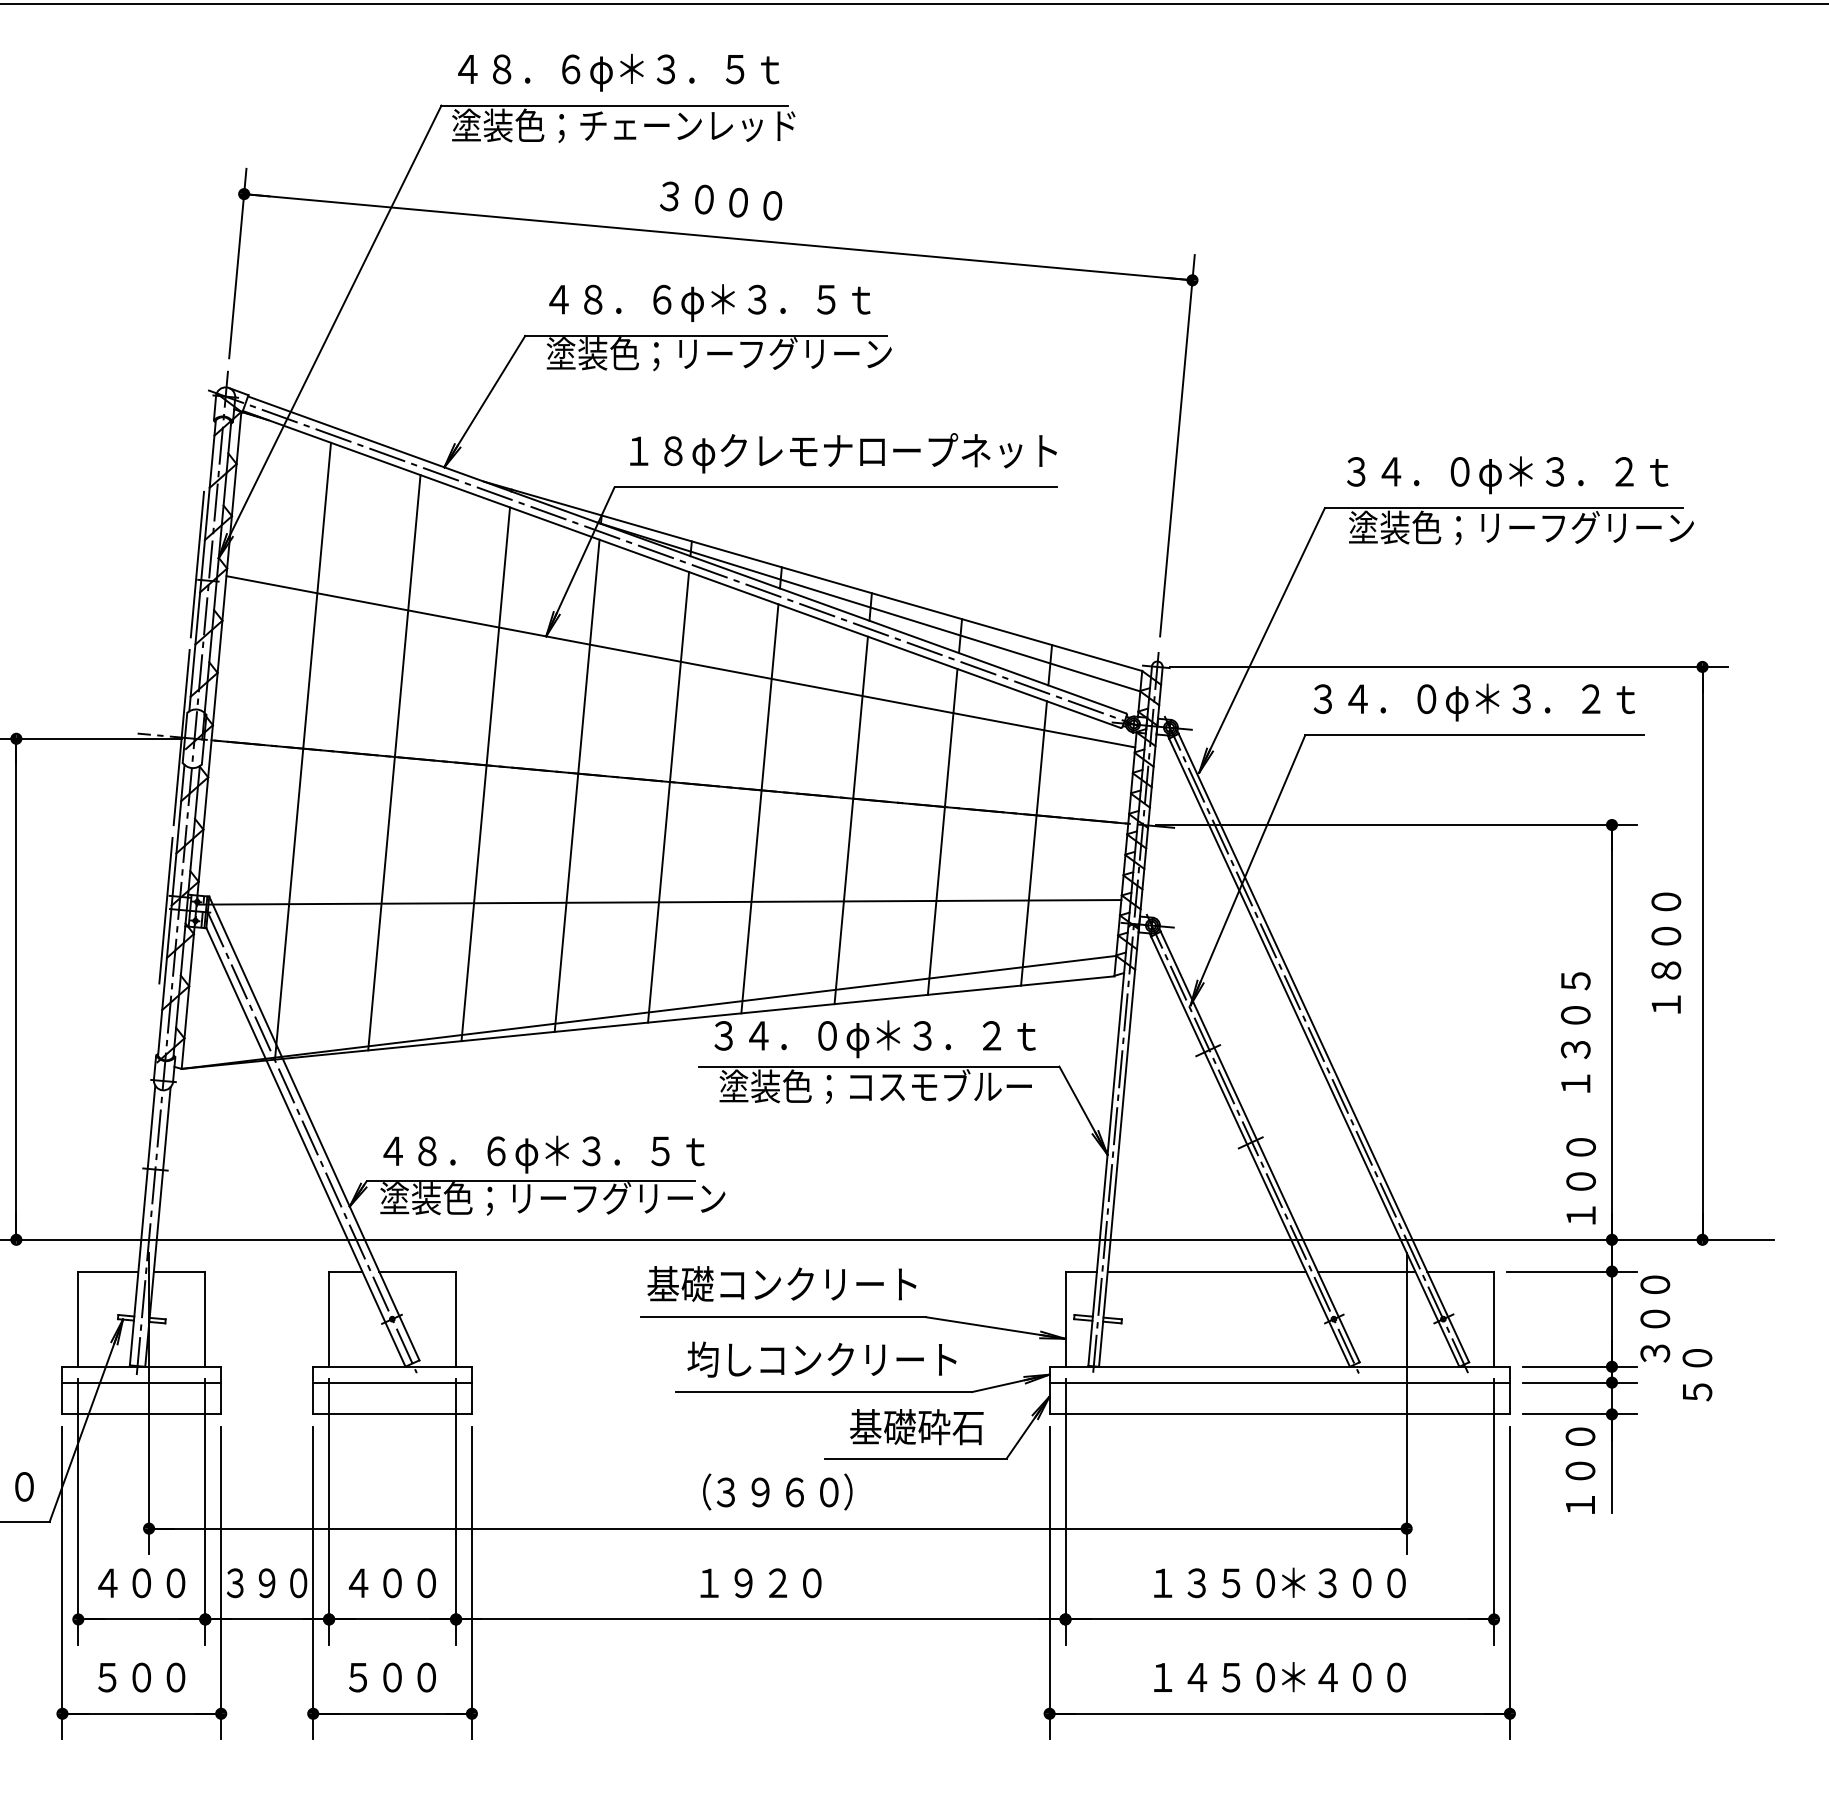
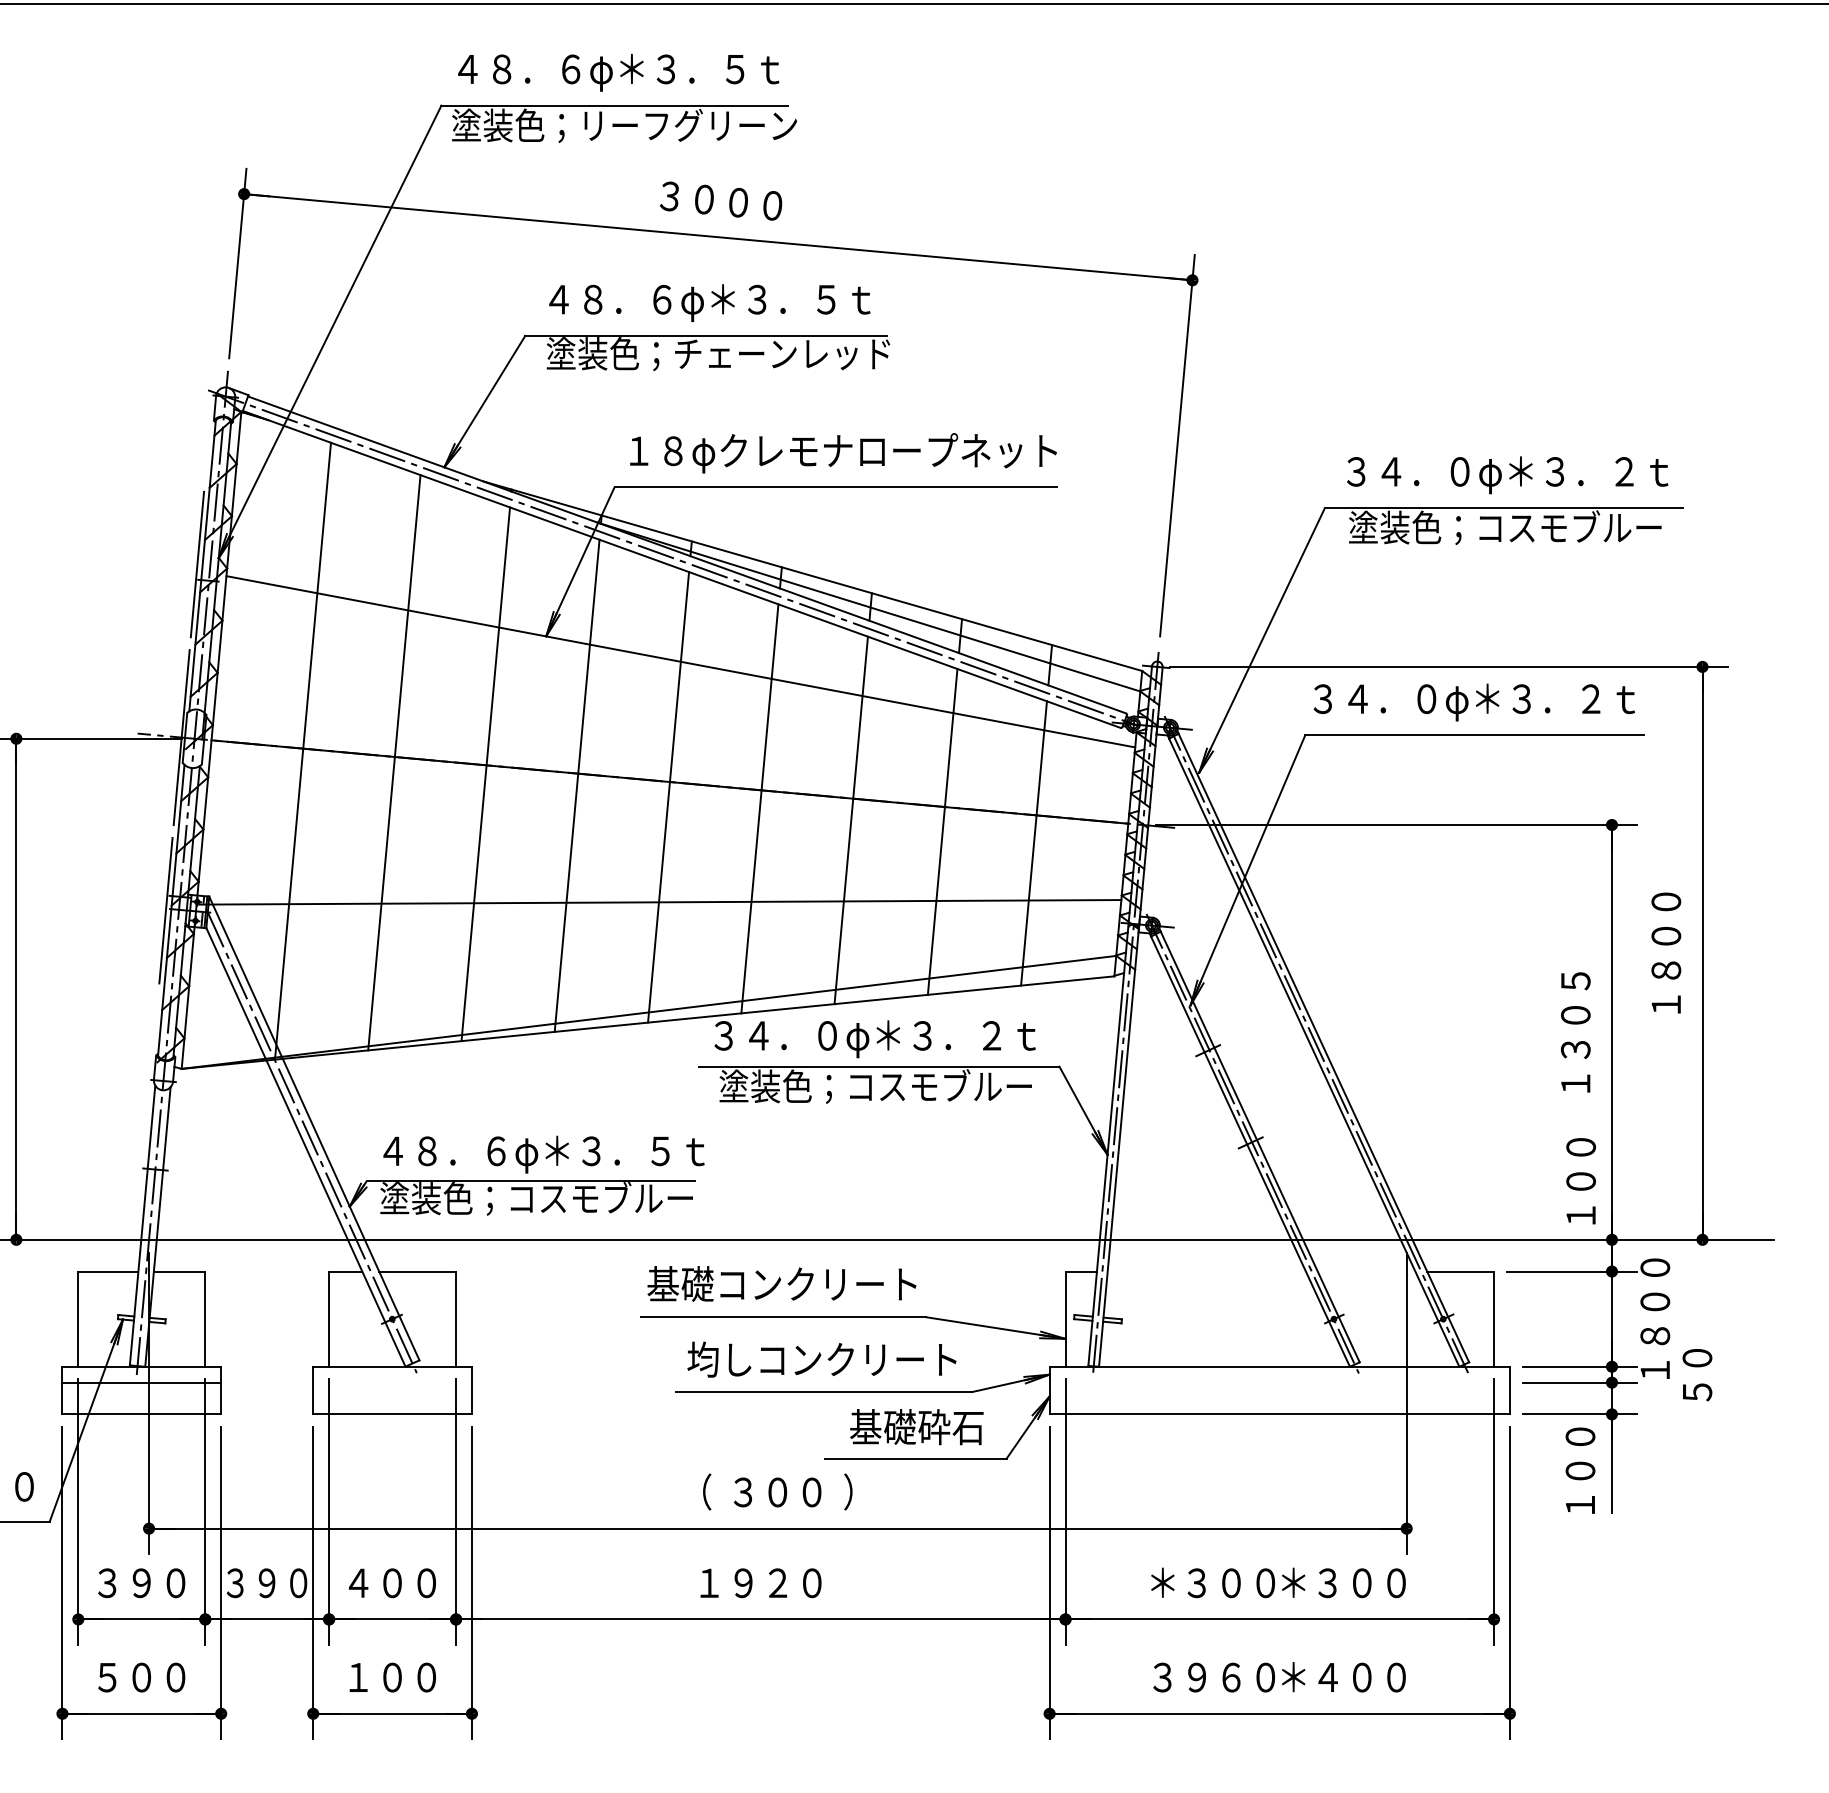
text at (688, 124): 塗装色；チェーンレッド -> 塗装色；リーフグリーン
text at (783, 353): 塗装色；リーフグリーン -> 塗装色；チェーンレッド
text at (1586, 526): 塗装色；リーフグリーン -> 塗装色；コスモブルー
text at (617, 1198): 塗装色；リーフグリーン -> 塗装色；コスモブルー
line at (1206, 1271): present -> none
line at (1366, 1271): present -> none
text at (1655, 1318): ３００ -> １８００
line at (392, 1382): present -> none
line at (1279, 1382): present -> none
text at (777, 1492): ３９６０ -> ３００
text at (1195, 1582): １３５０ -> ＊３００
text at (124, 1583): ４００ -> ３９０
text at (358, 1677): ５００ -> １００
text at (1196, 1677): １４５０ -> ３９６０
